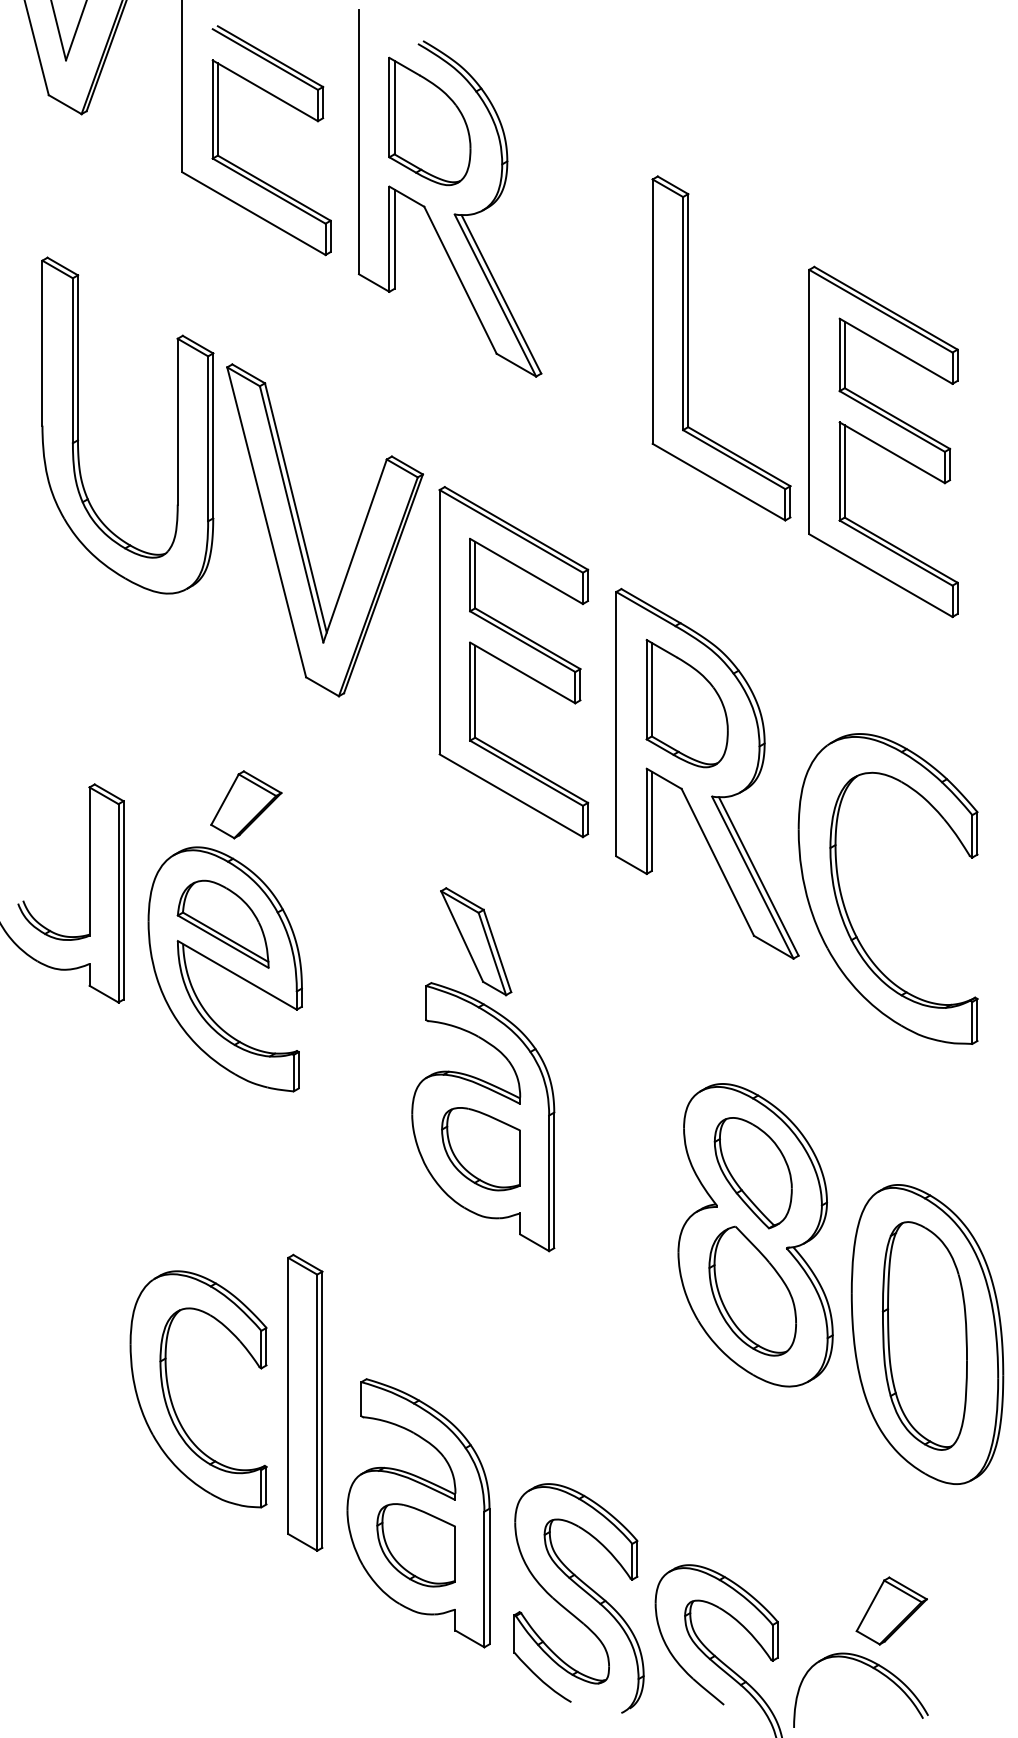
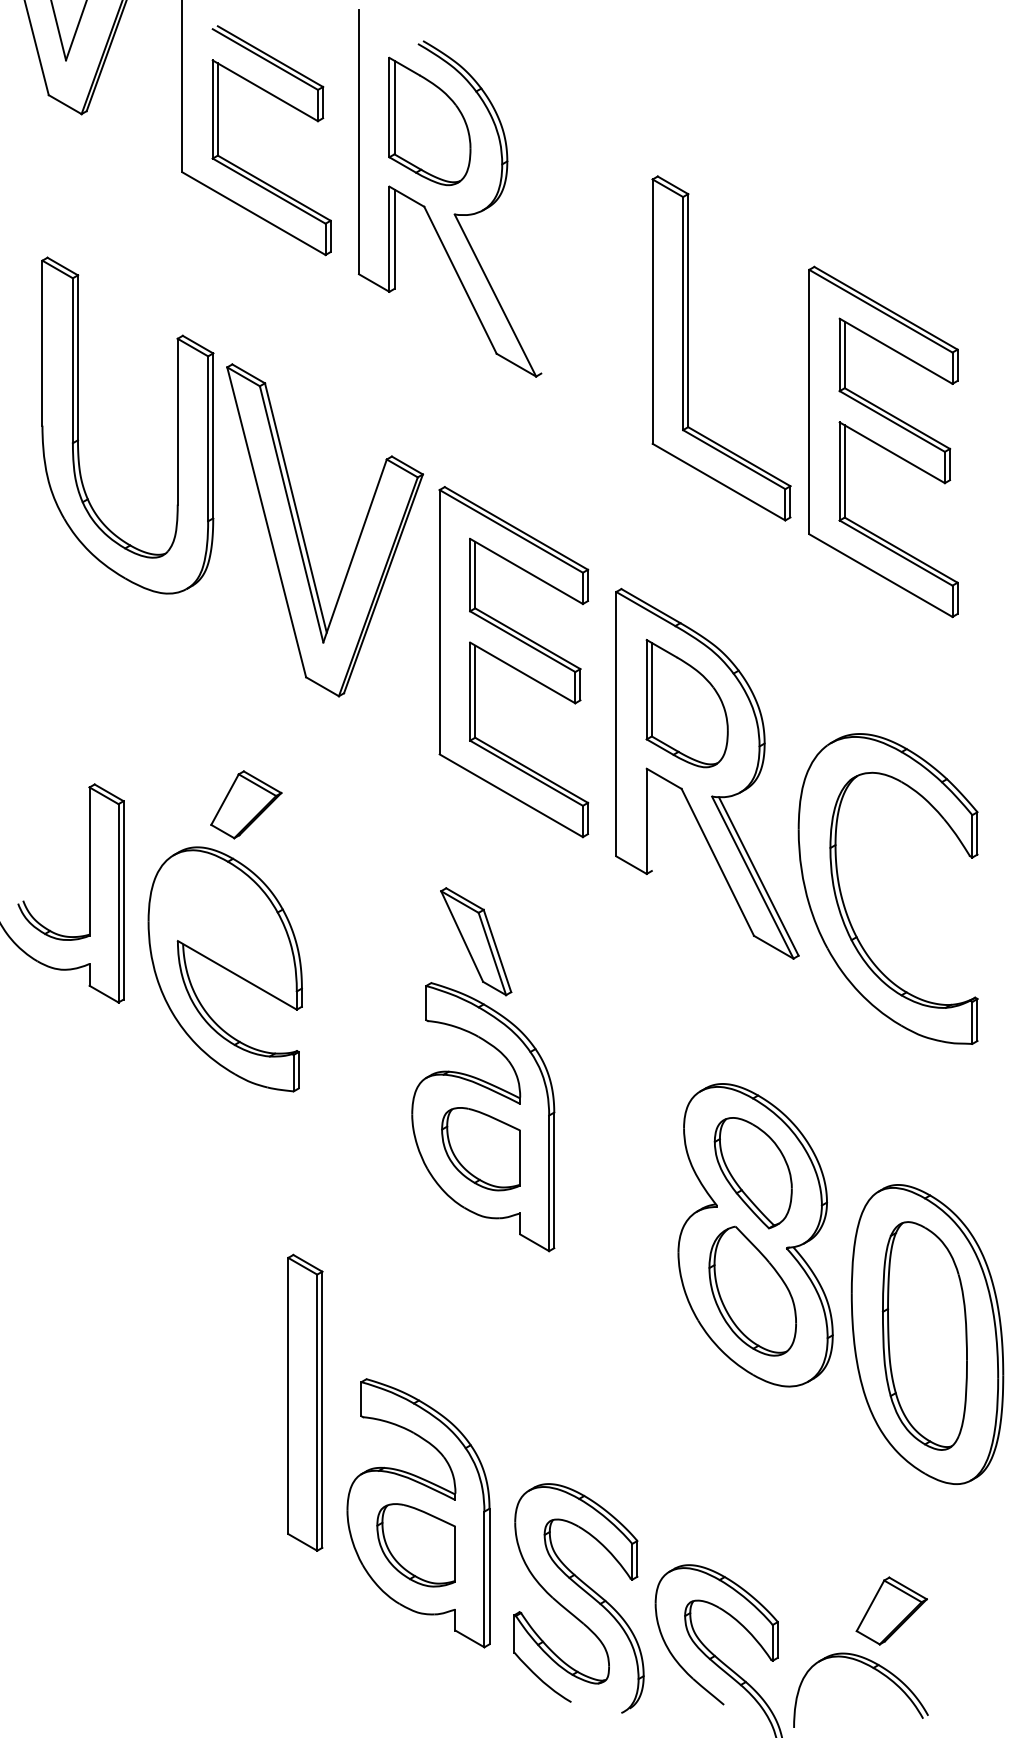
line at (501, 294): present -> none
line at (651, 821): present -> none
part at (222, 923): present -> none
part at (171, 1397): present -> none
